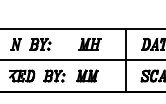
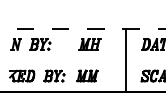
line at (82, 28): solid -> dashed
line at (82, 60): present -> none
